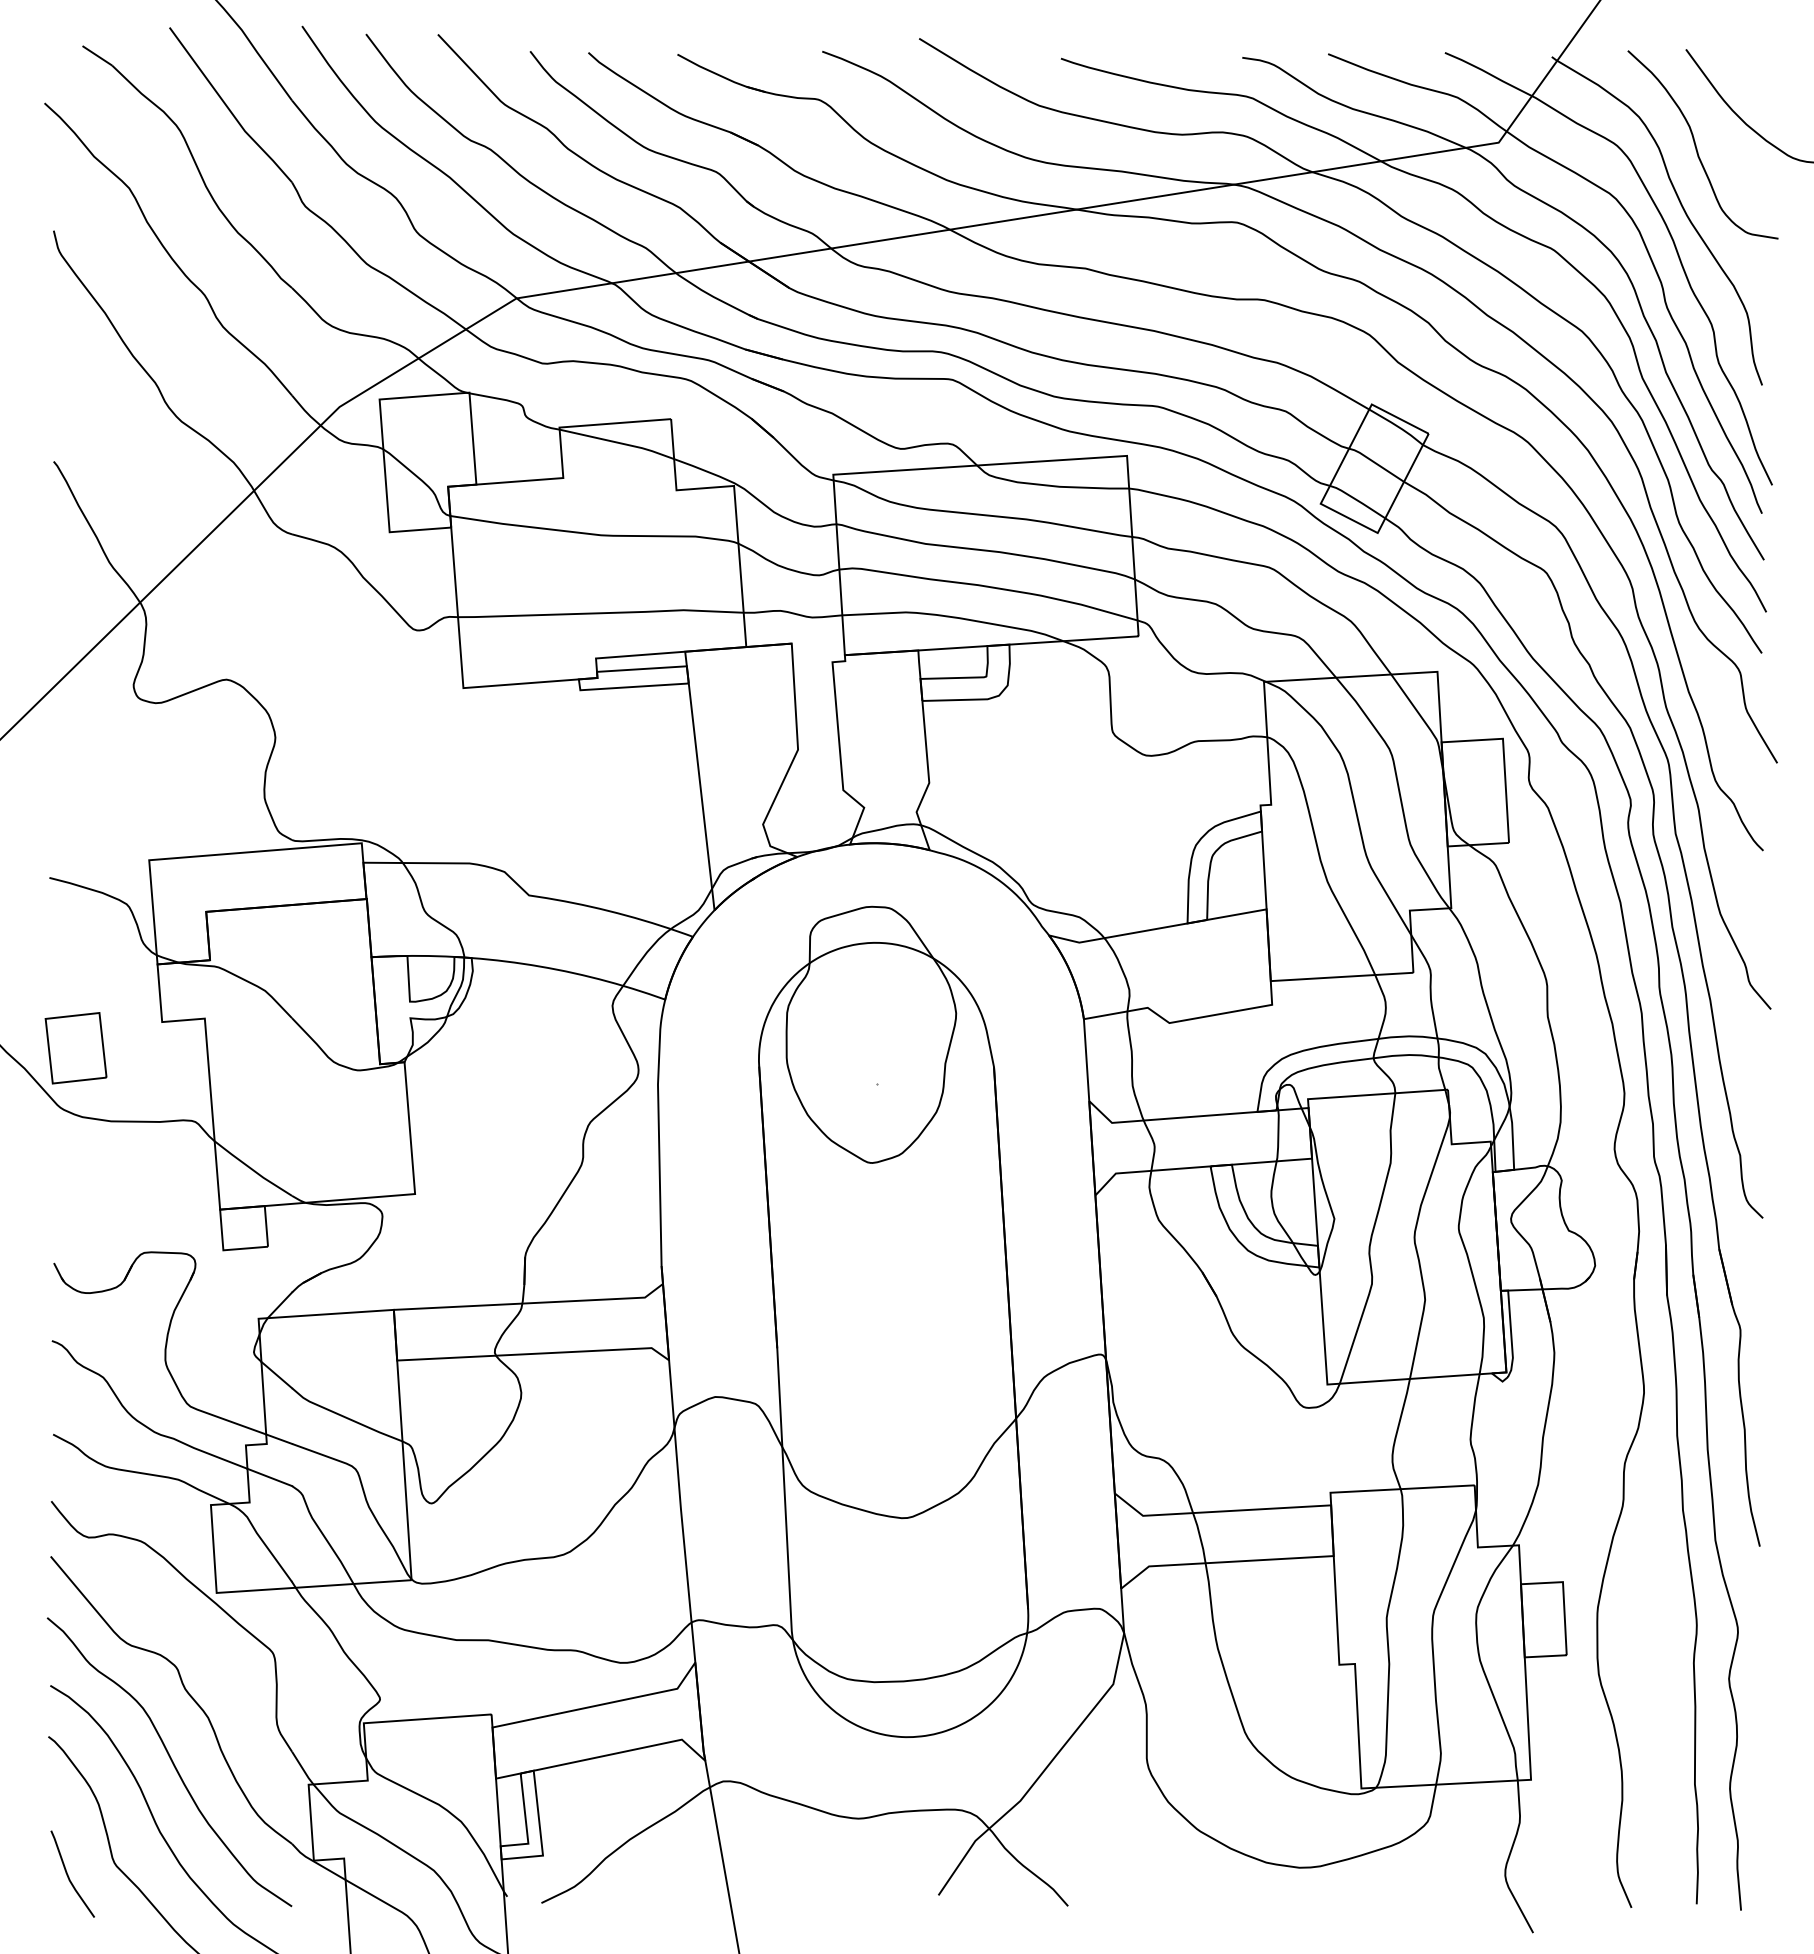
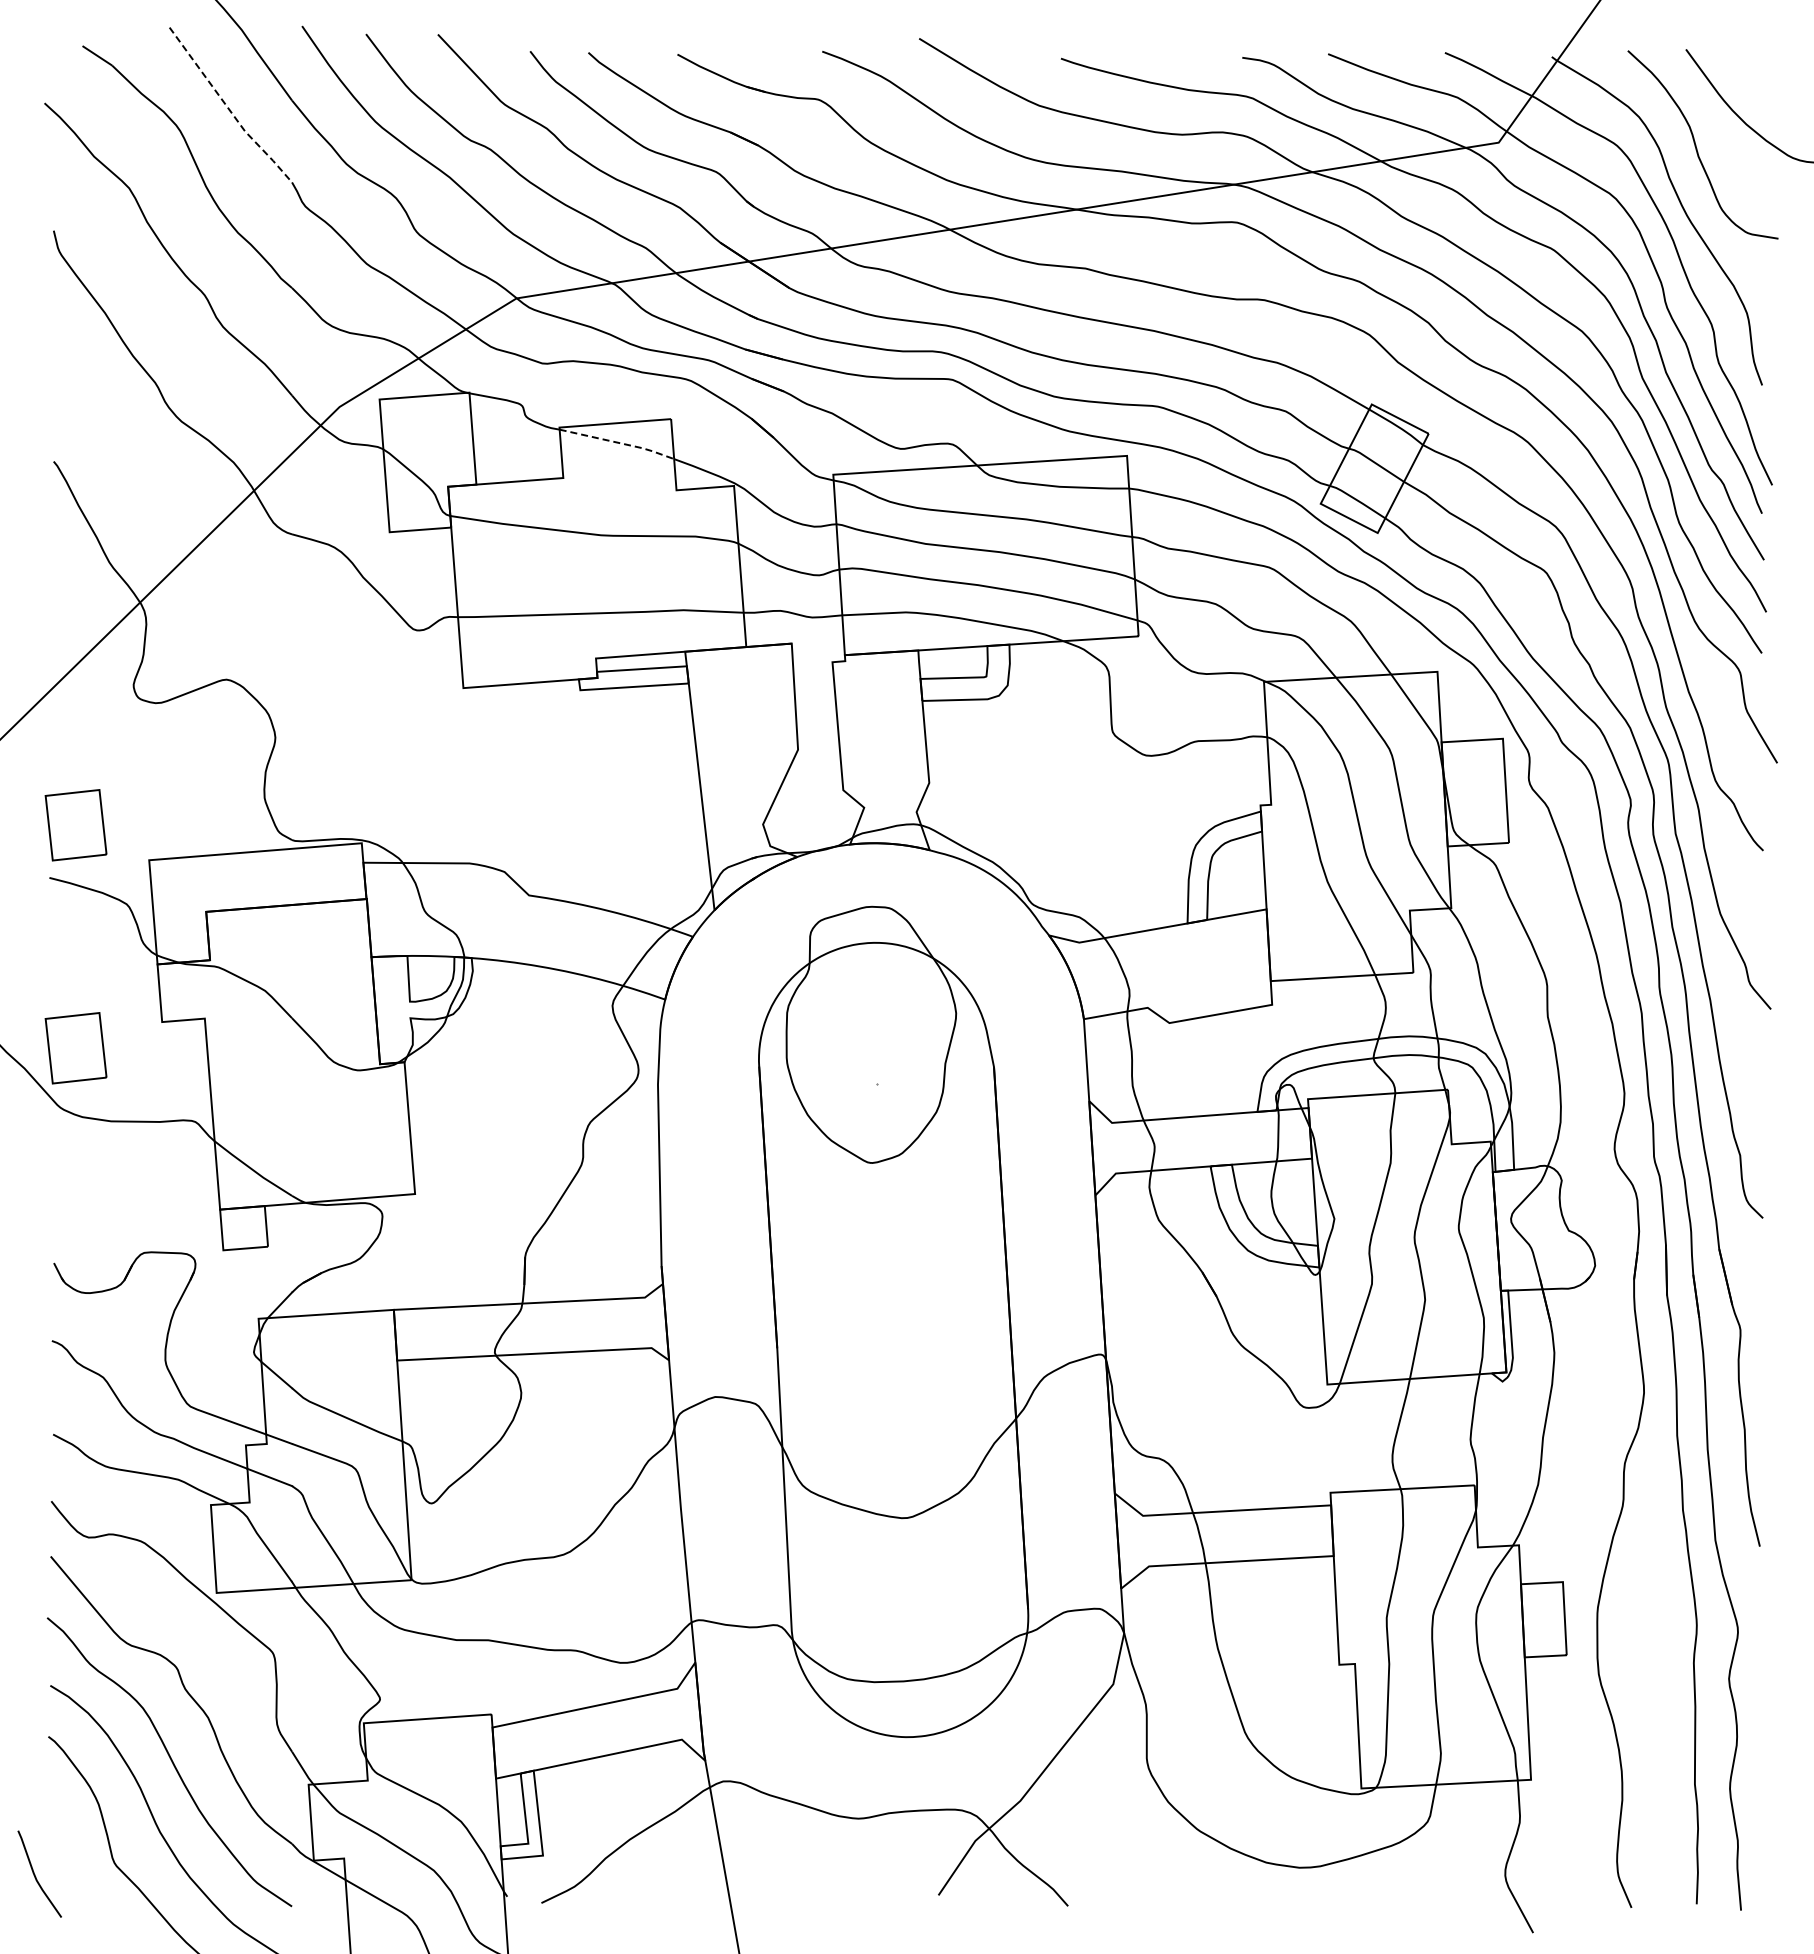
line at (228, 108): solid -> dashed
line at (618, 442): solid -> dashed
part at (75, 825): none -> present
curve at (68, 1874) position: (68, 1874) -> (35, 1874)
